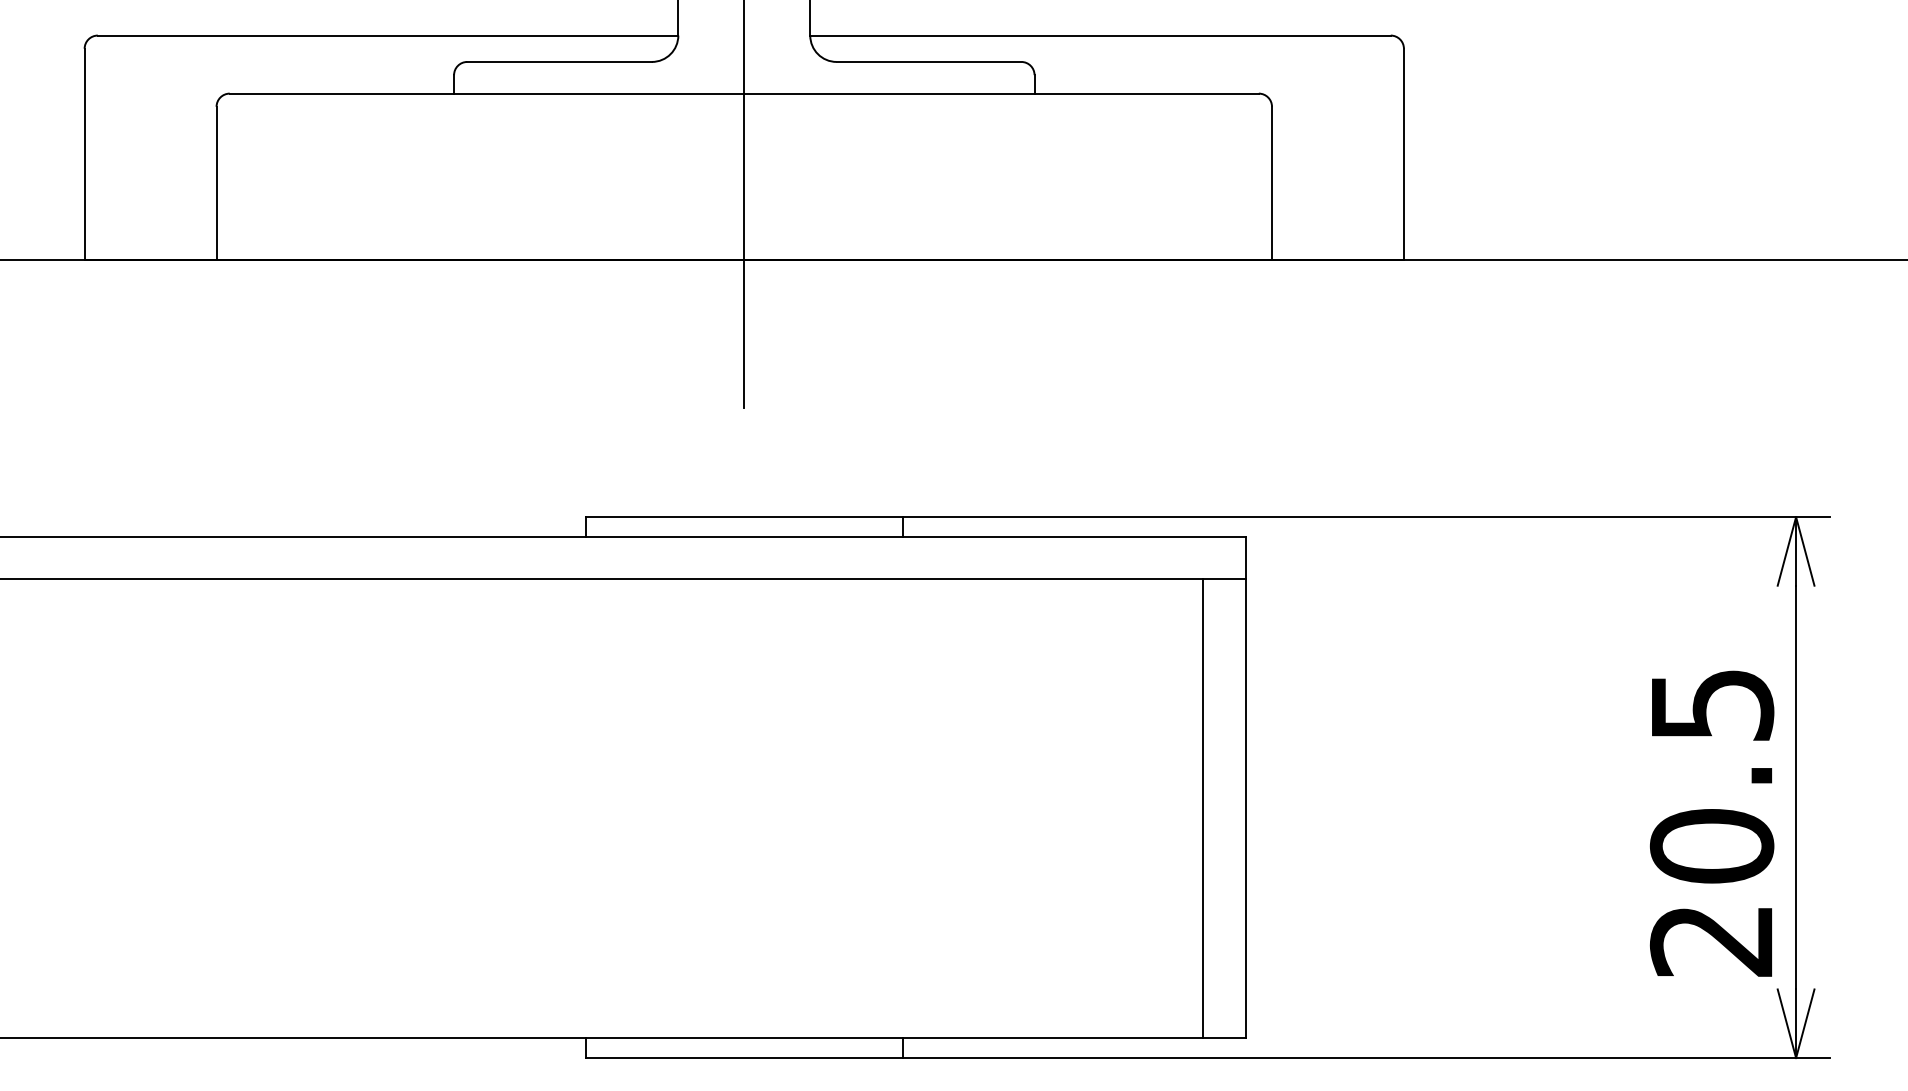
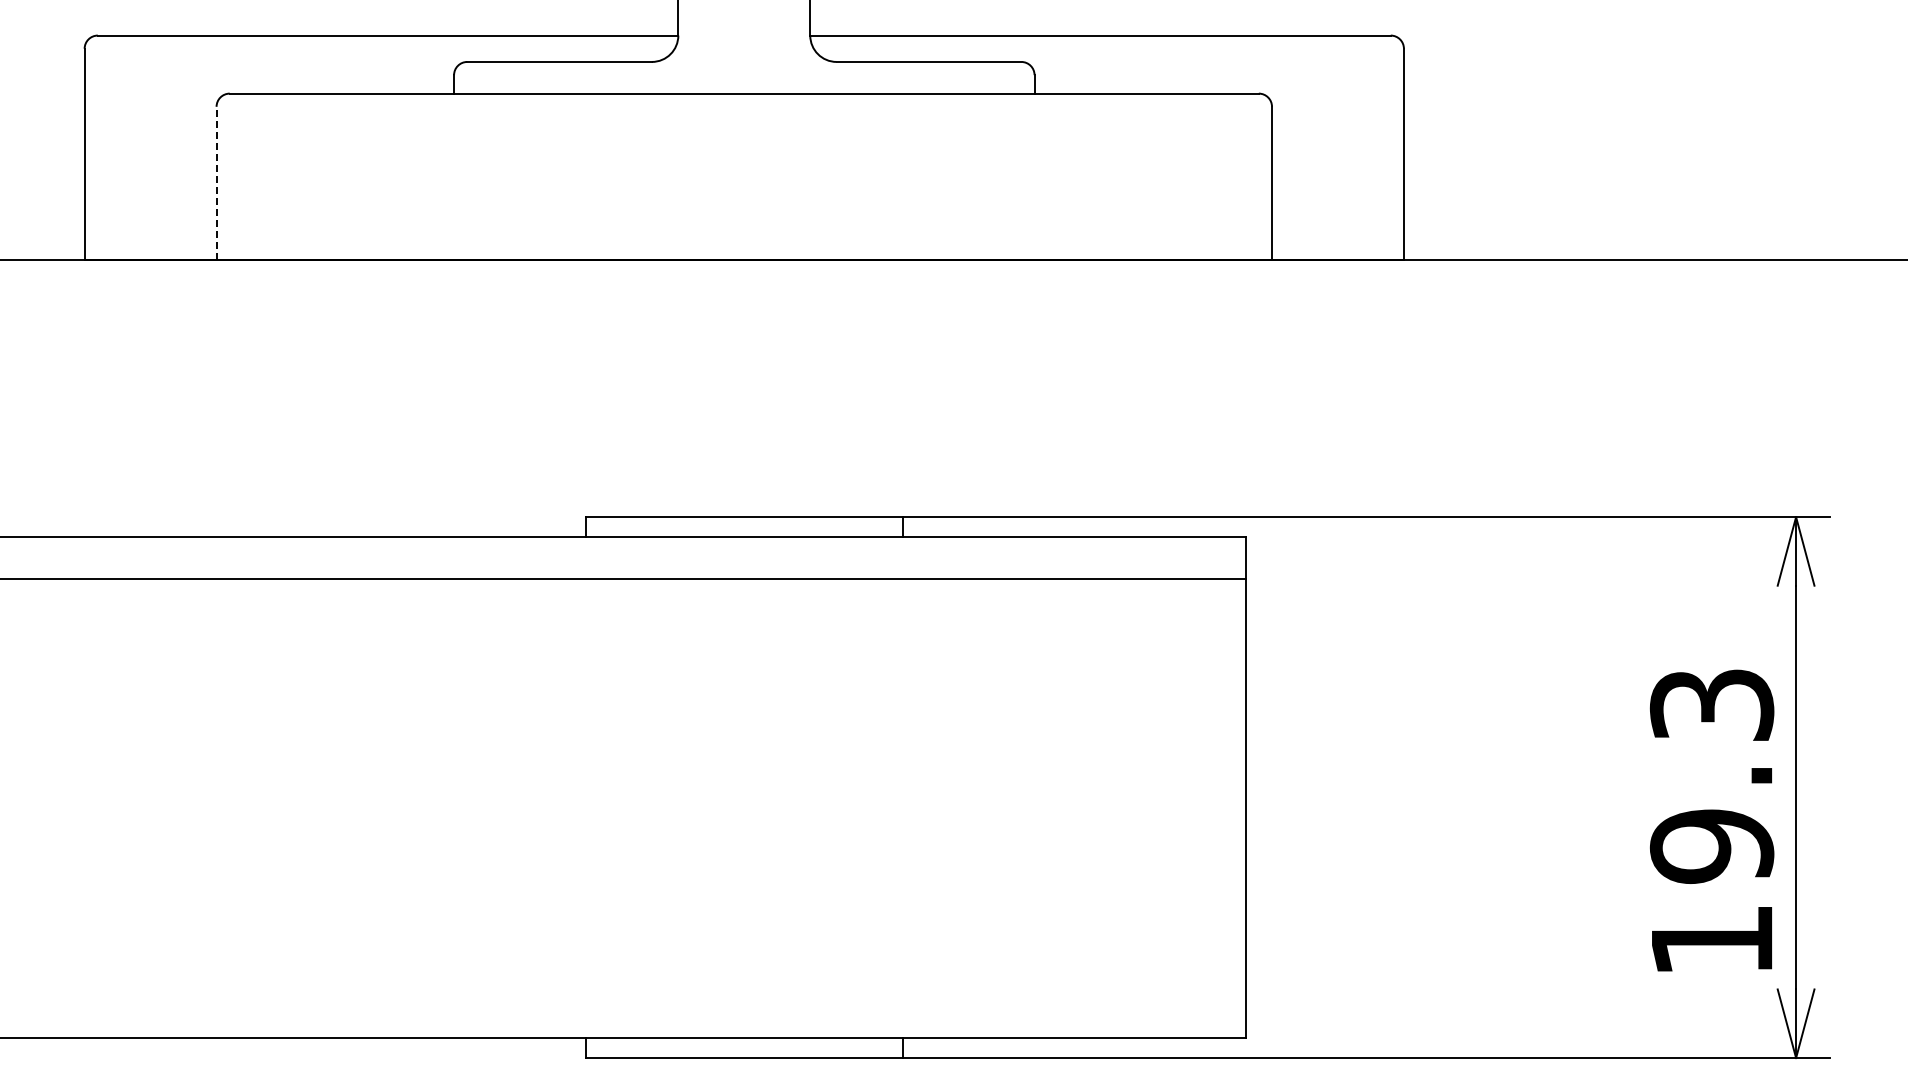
line at (216, 183): solid -> dashed
line at (744, 205): present -> none
line at (1203, 808): present -> none
text at (1711, 822): 20.5 -> 19.3
